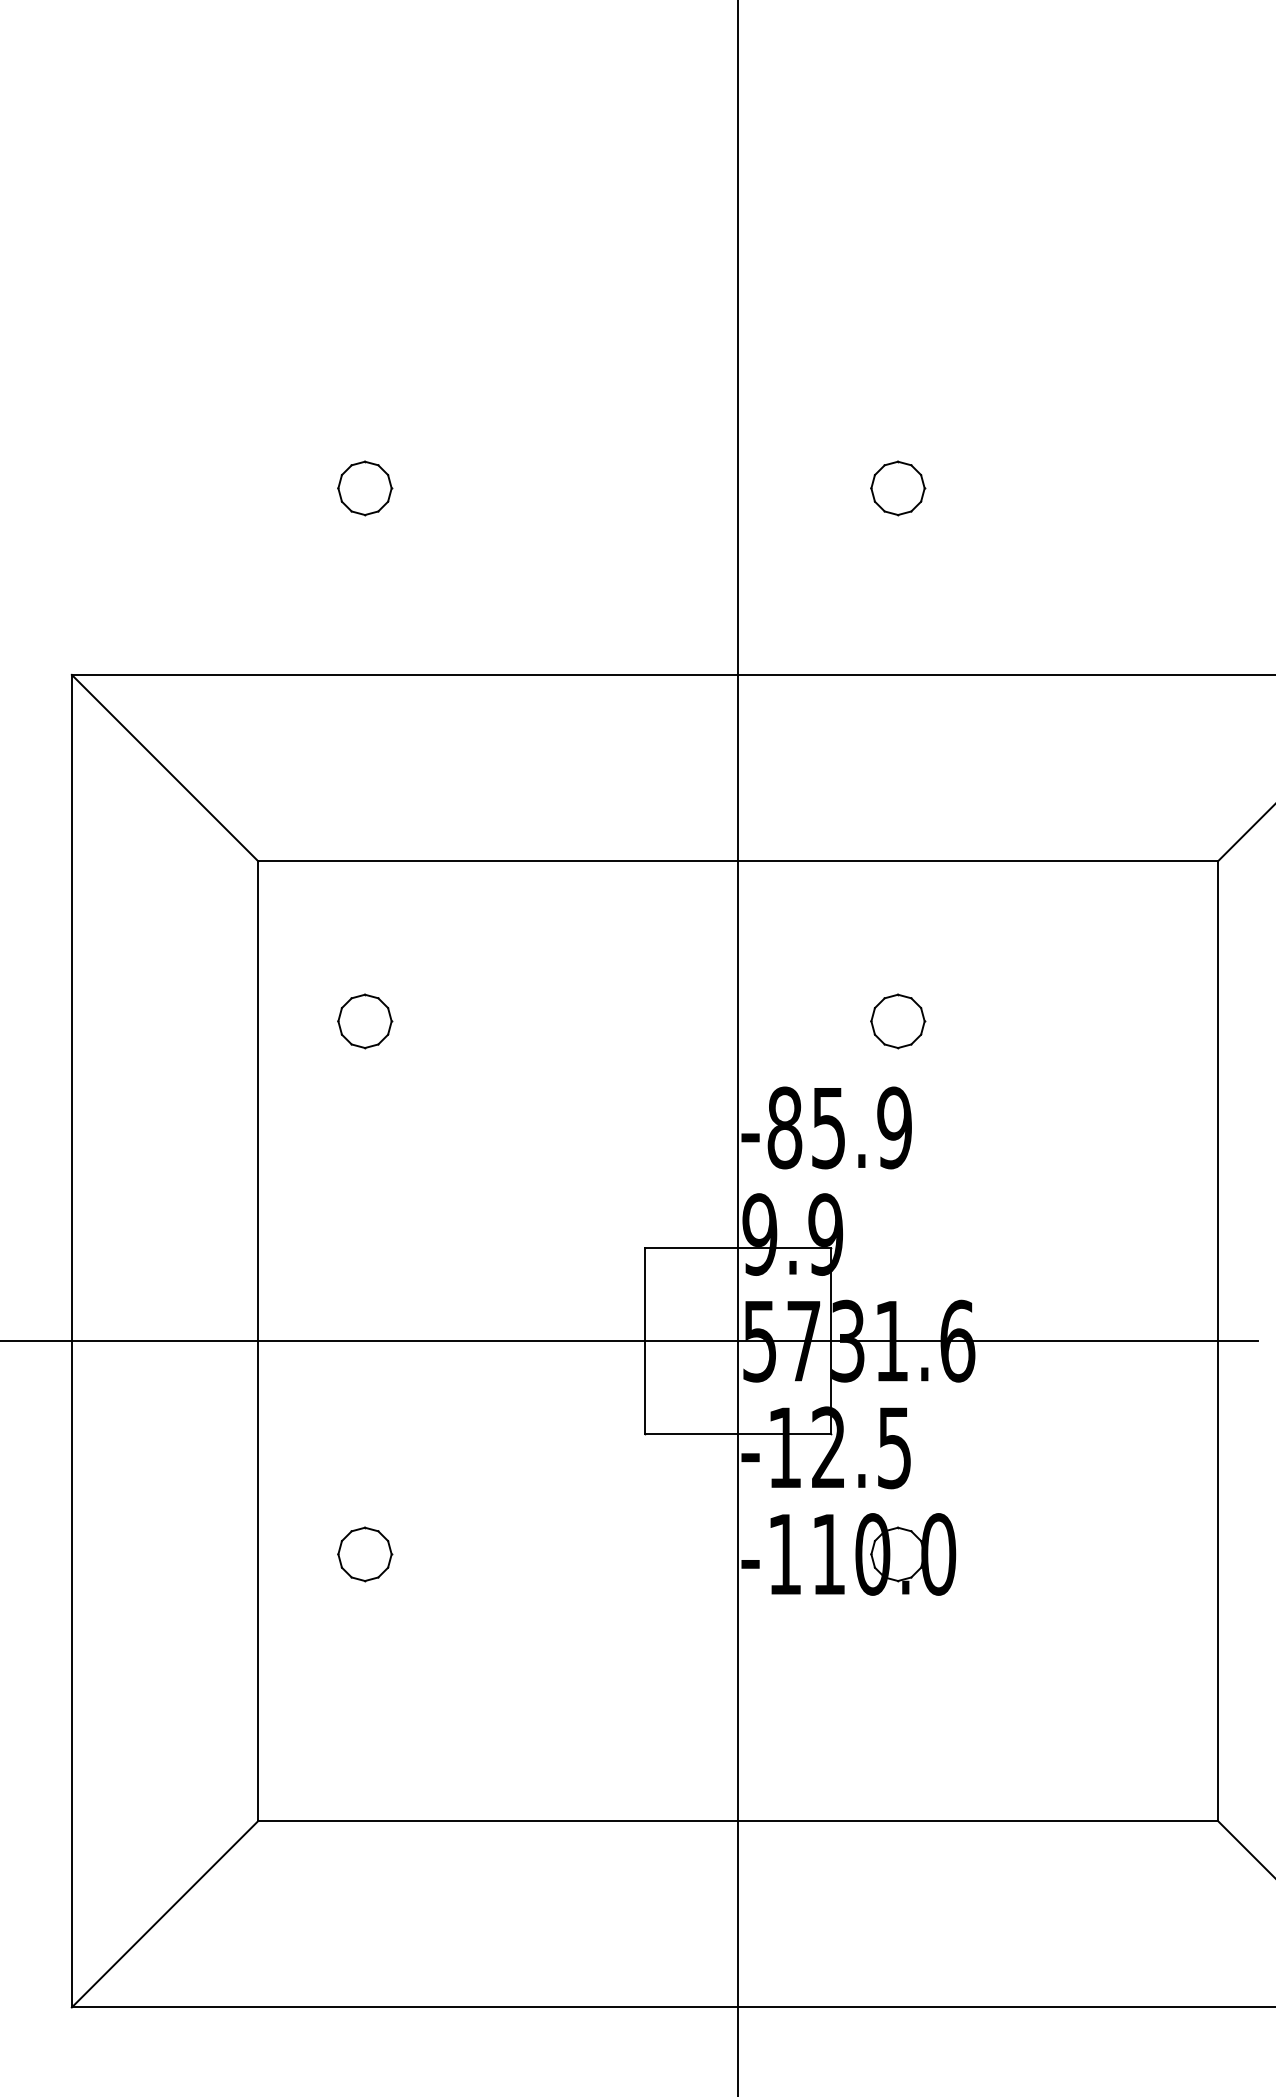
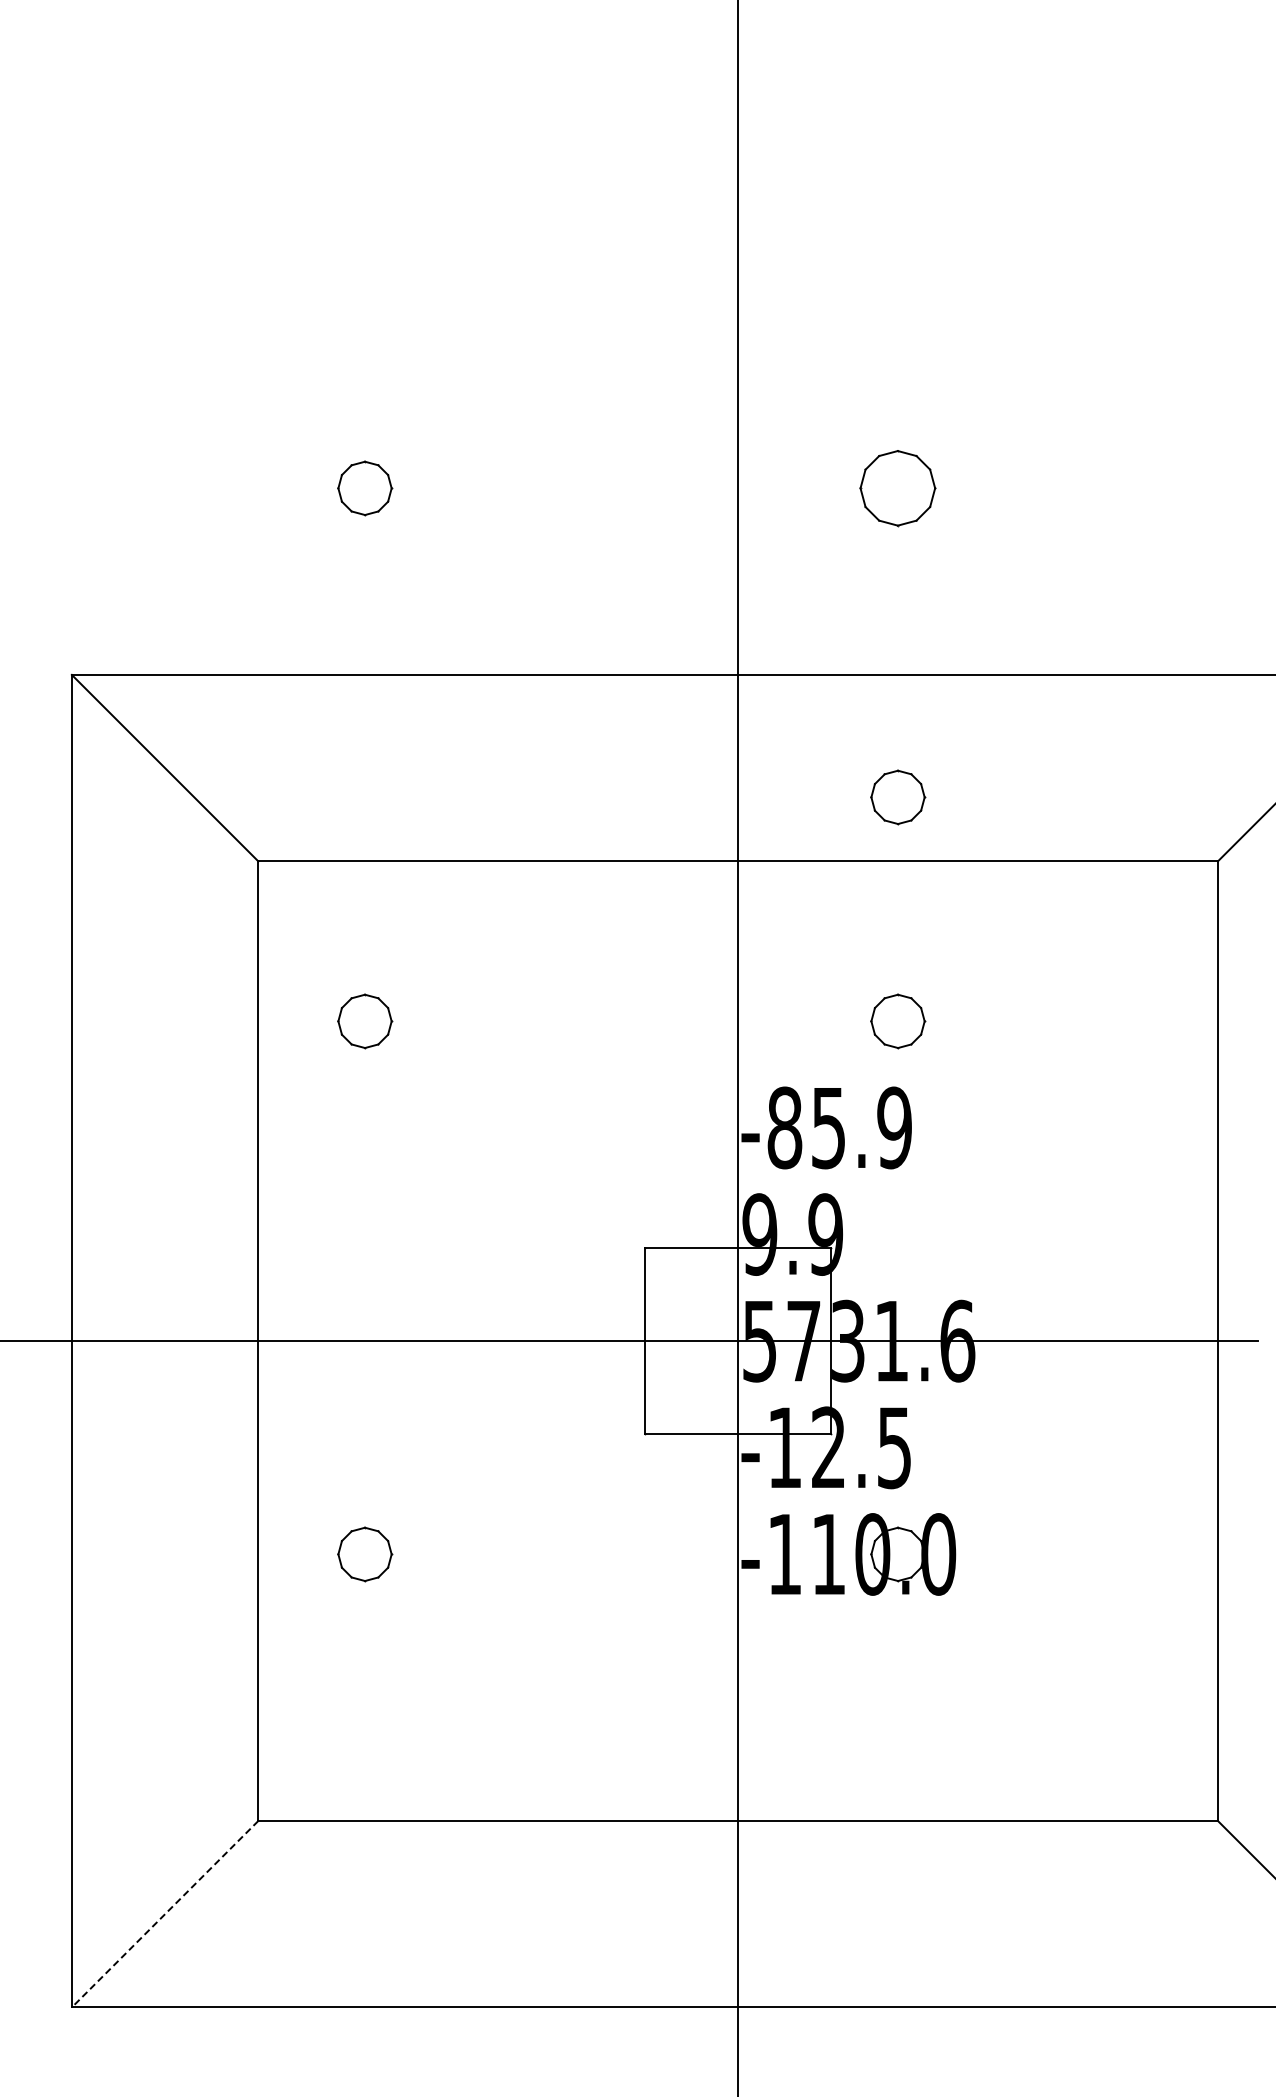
part at (898, 488) size: 57x57 px -> 78x78 px
part at (898, 797): none -> present
line at (165, 1914): solid -> dashed
